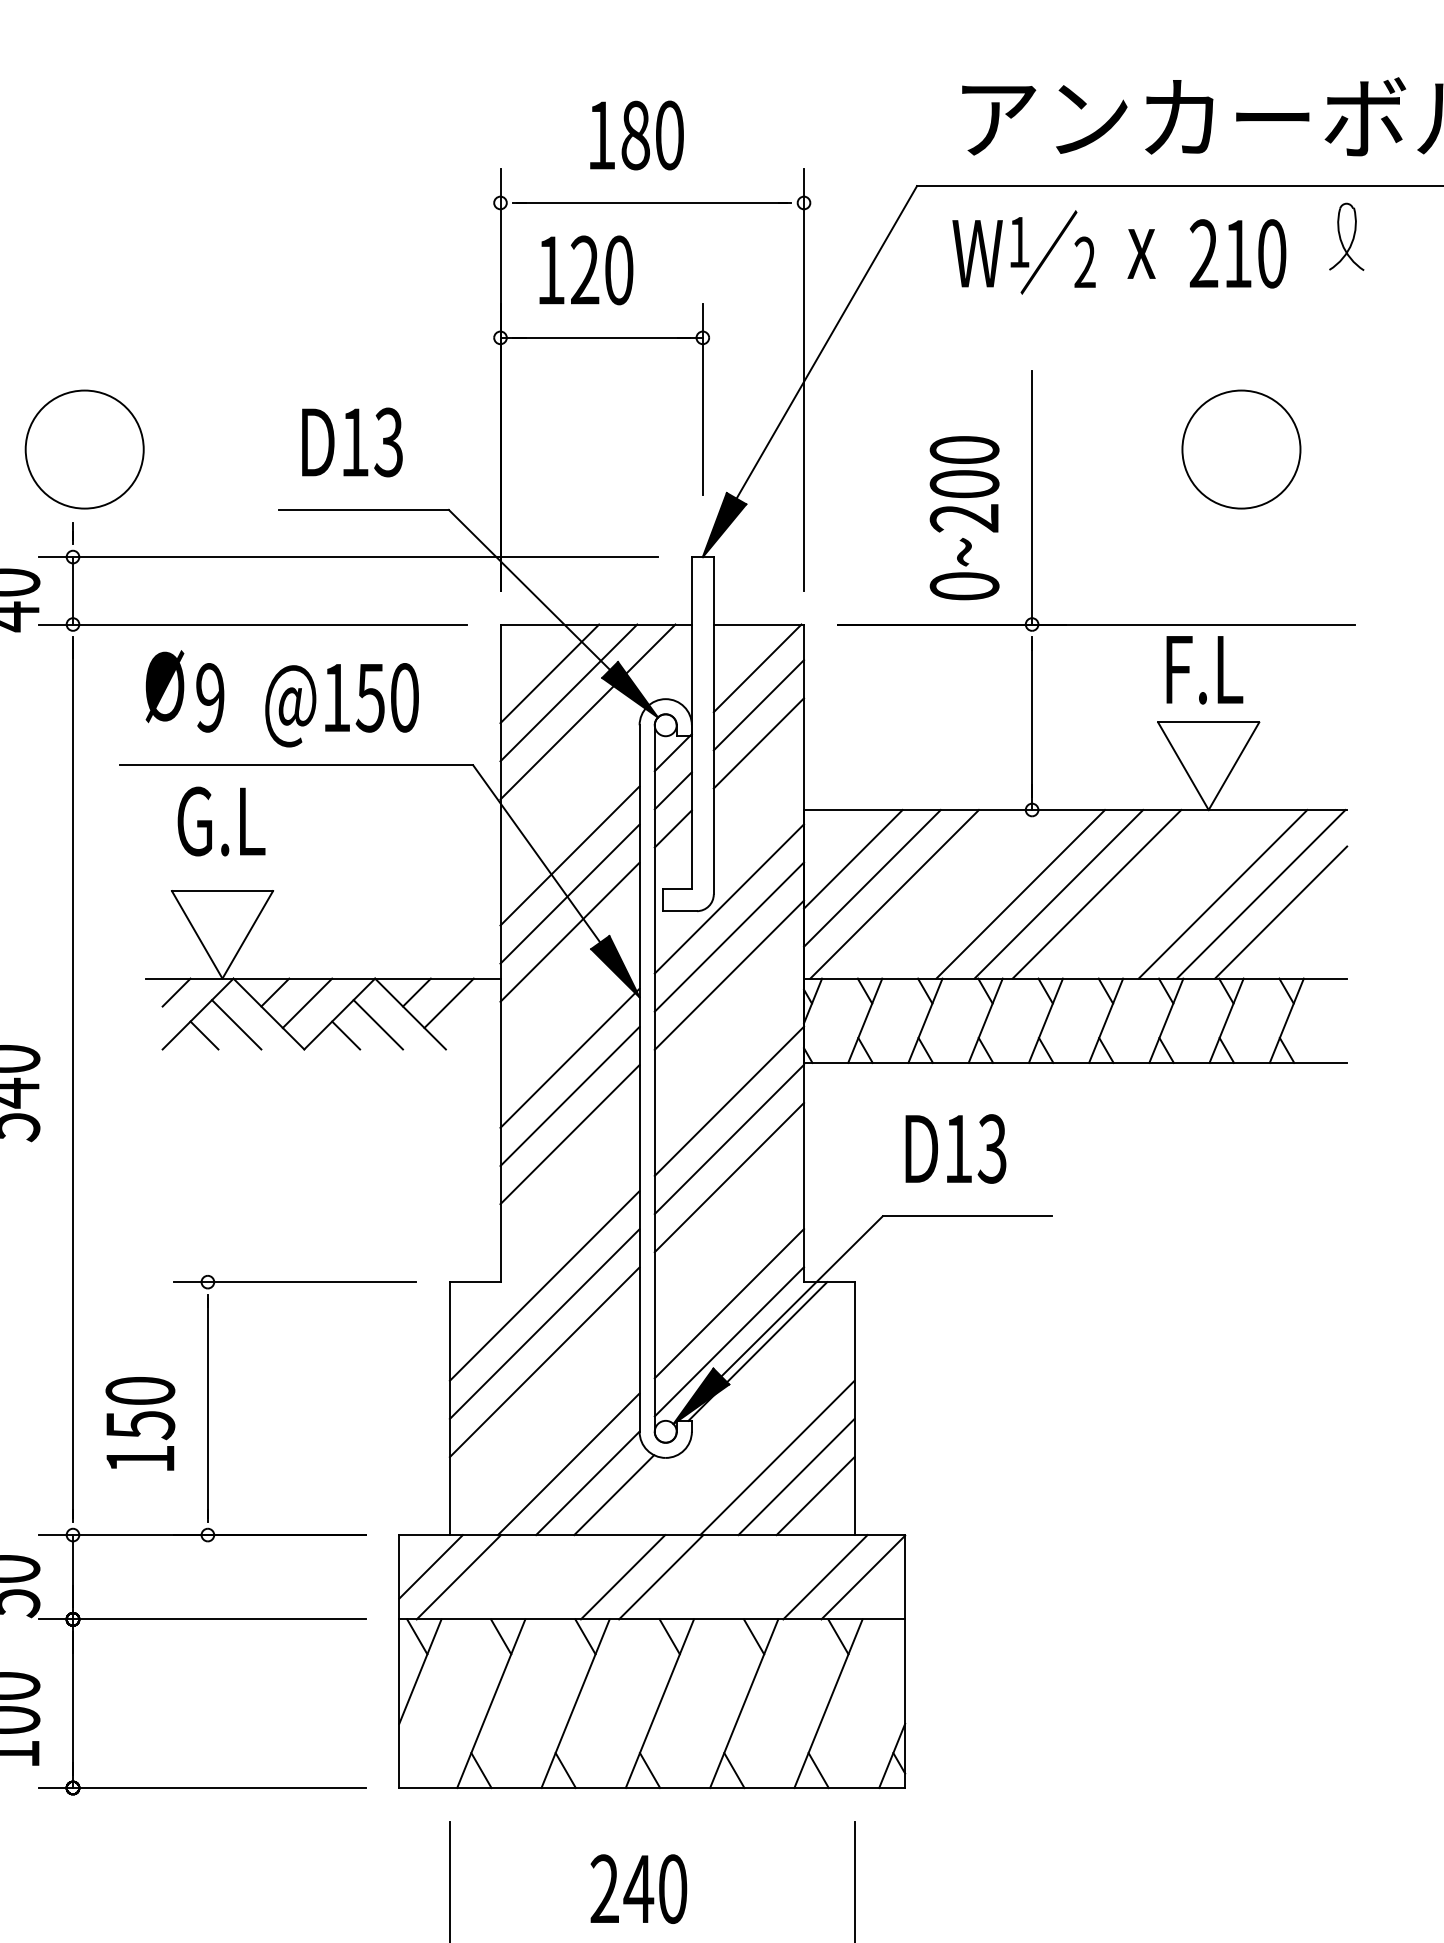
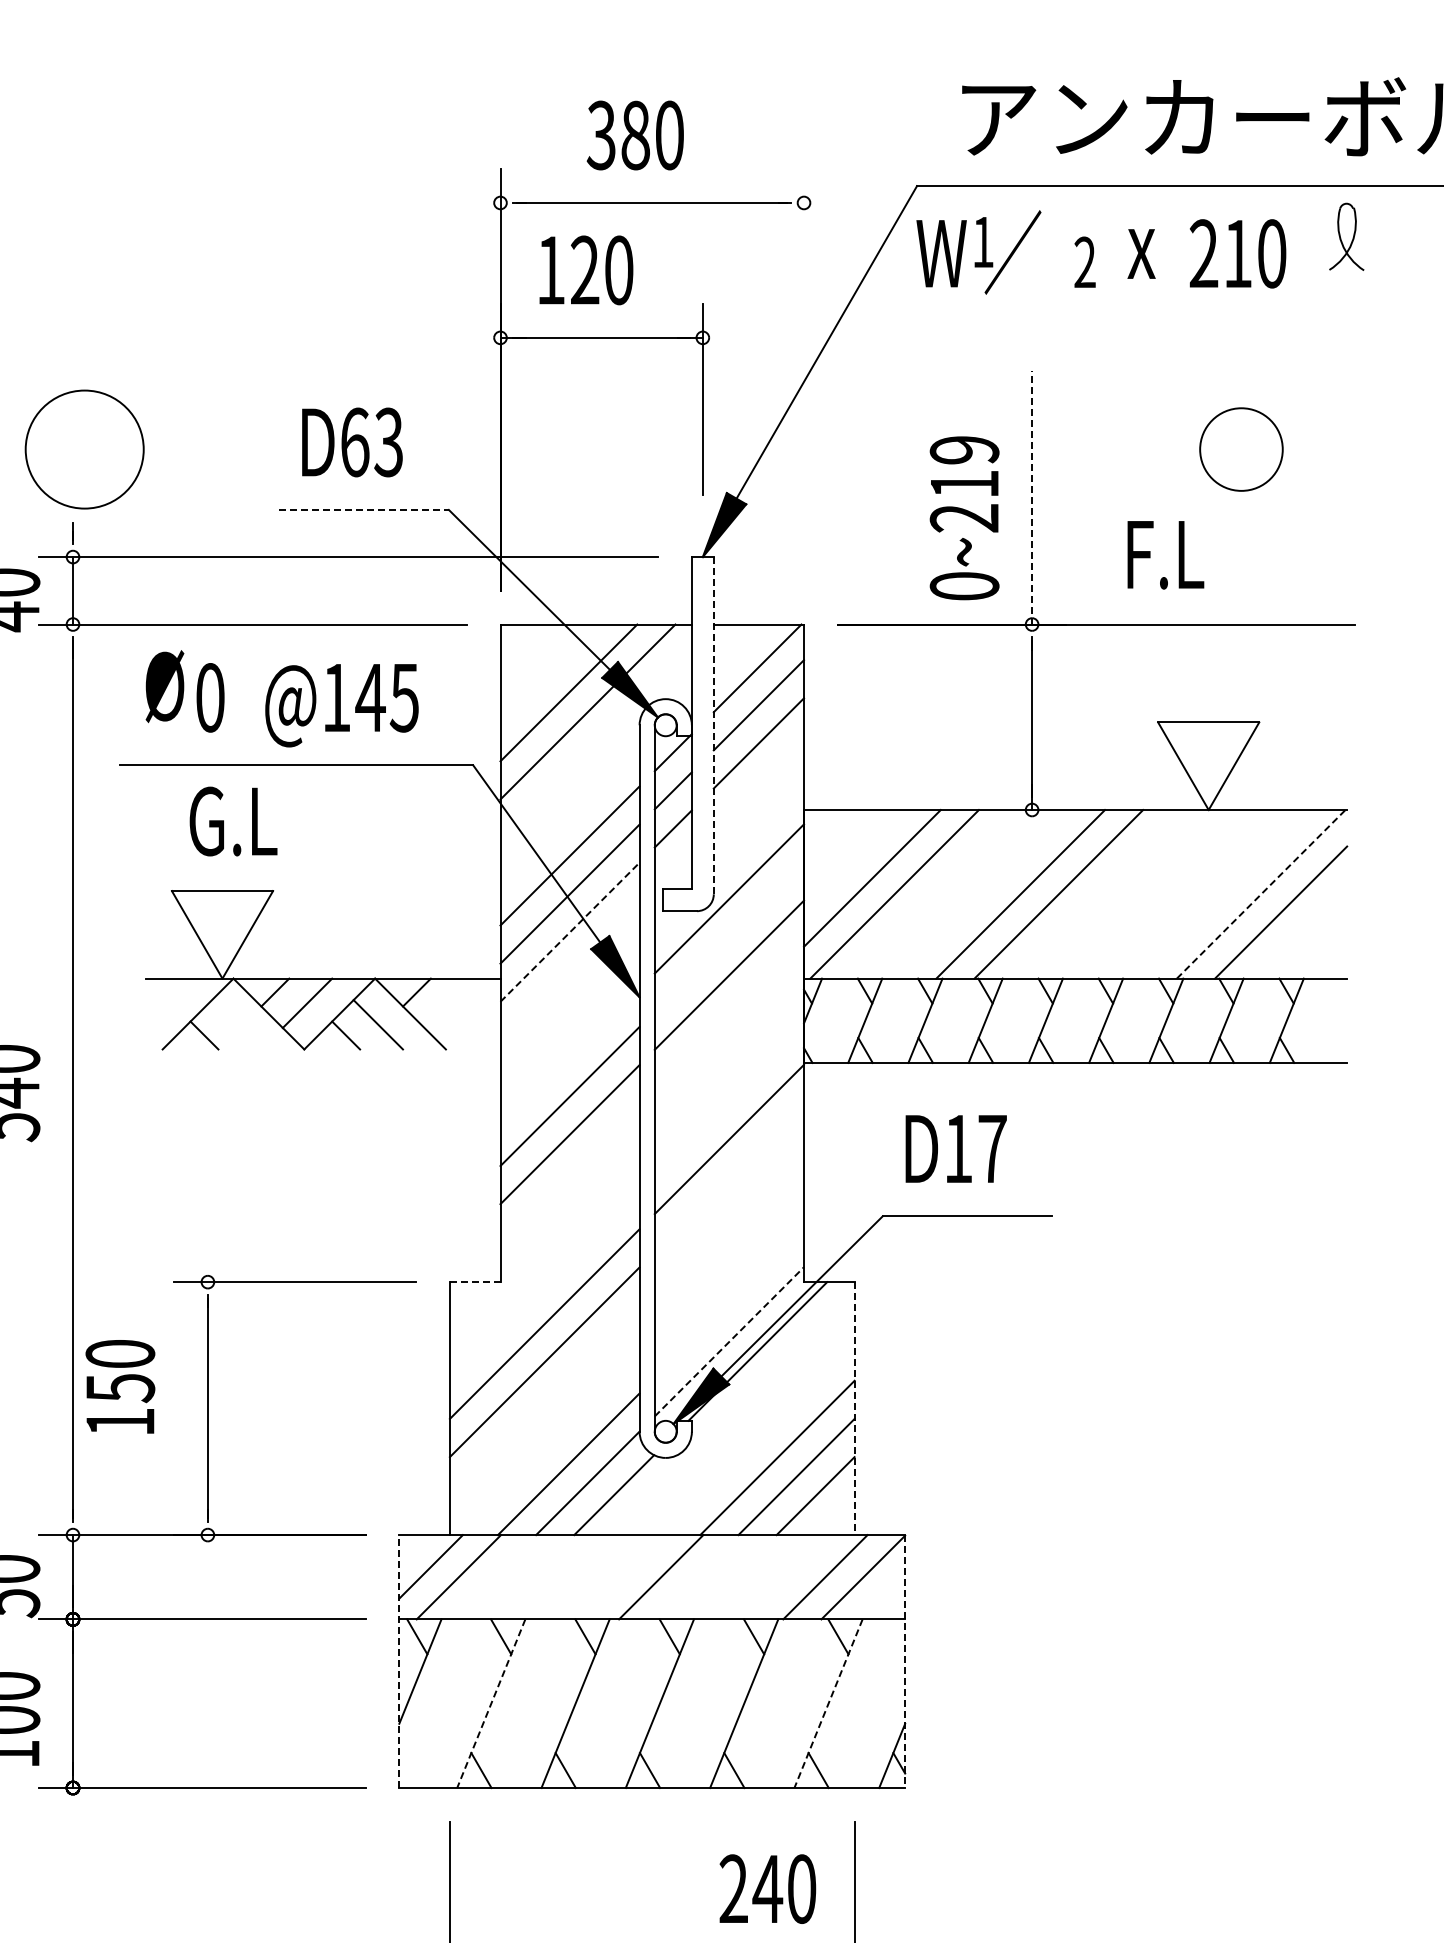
text at (600, 135): 180 -> 380
text at (1014, 252) position: (1014, 252) -> (978, 252)
line at (804, 379): present -> none
text at (355, 442): D13 -> D63
circle at (1241, 449) diameter: 118 px -> 83 px
text at (964, 467): 0~200 -> 0~219
line at (1032, 497): solid -> dashed
line at (363, 509): solid -> dashed
text at (1204, 670) position: (1204, 670) -> (1165, 555)
line at (549, 673): present -> none
text at (210, 697): 9 -> 0
text at (386, 697): @150 -> @145
line at (713, 725): solid -> dashed
text at (221, 821) position: (221, 821) -> (233, 821)
line at (853, 859): present -> none
line at (1261, 893): solid -> dashed
line at (1096, 894): present -> none
line at (1222, 894): present -> none
line at (570, 931): solid -> dashed
line at (729, 936): present -> none
line at (176, 992): present -> none
line at (448, 1003): present -> none
line at (236, 1024): present -> none
line at (569, 1057): present -> none
line at (729, 1100): present -> none
text at (991, 1148): D13 -> D17
line at (729, 1177): present -> none
line at (475, 1282): solid -> dashed
line at (544, 1285): present -> none
line at (729, 1303): present -> none
line at (729, 1341): solid -> dashed
line at (854, 1409): solid -> dashed
text at (140, 1423) position: (140, 1423) -> (120, 1386)
line at (622, 1577): present -> none
line at (399, 1661): solid -> dashed
line at (905, 1662): solid -> dashed
line at (491, 1703): solid -> dashed
line at (828, 1703): solid -> dashed
text at (638, 1888) position: (638, 1888) -> (767, 1888)
